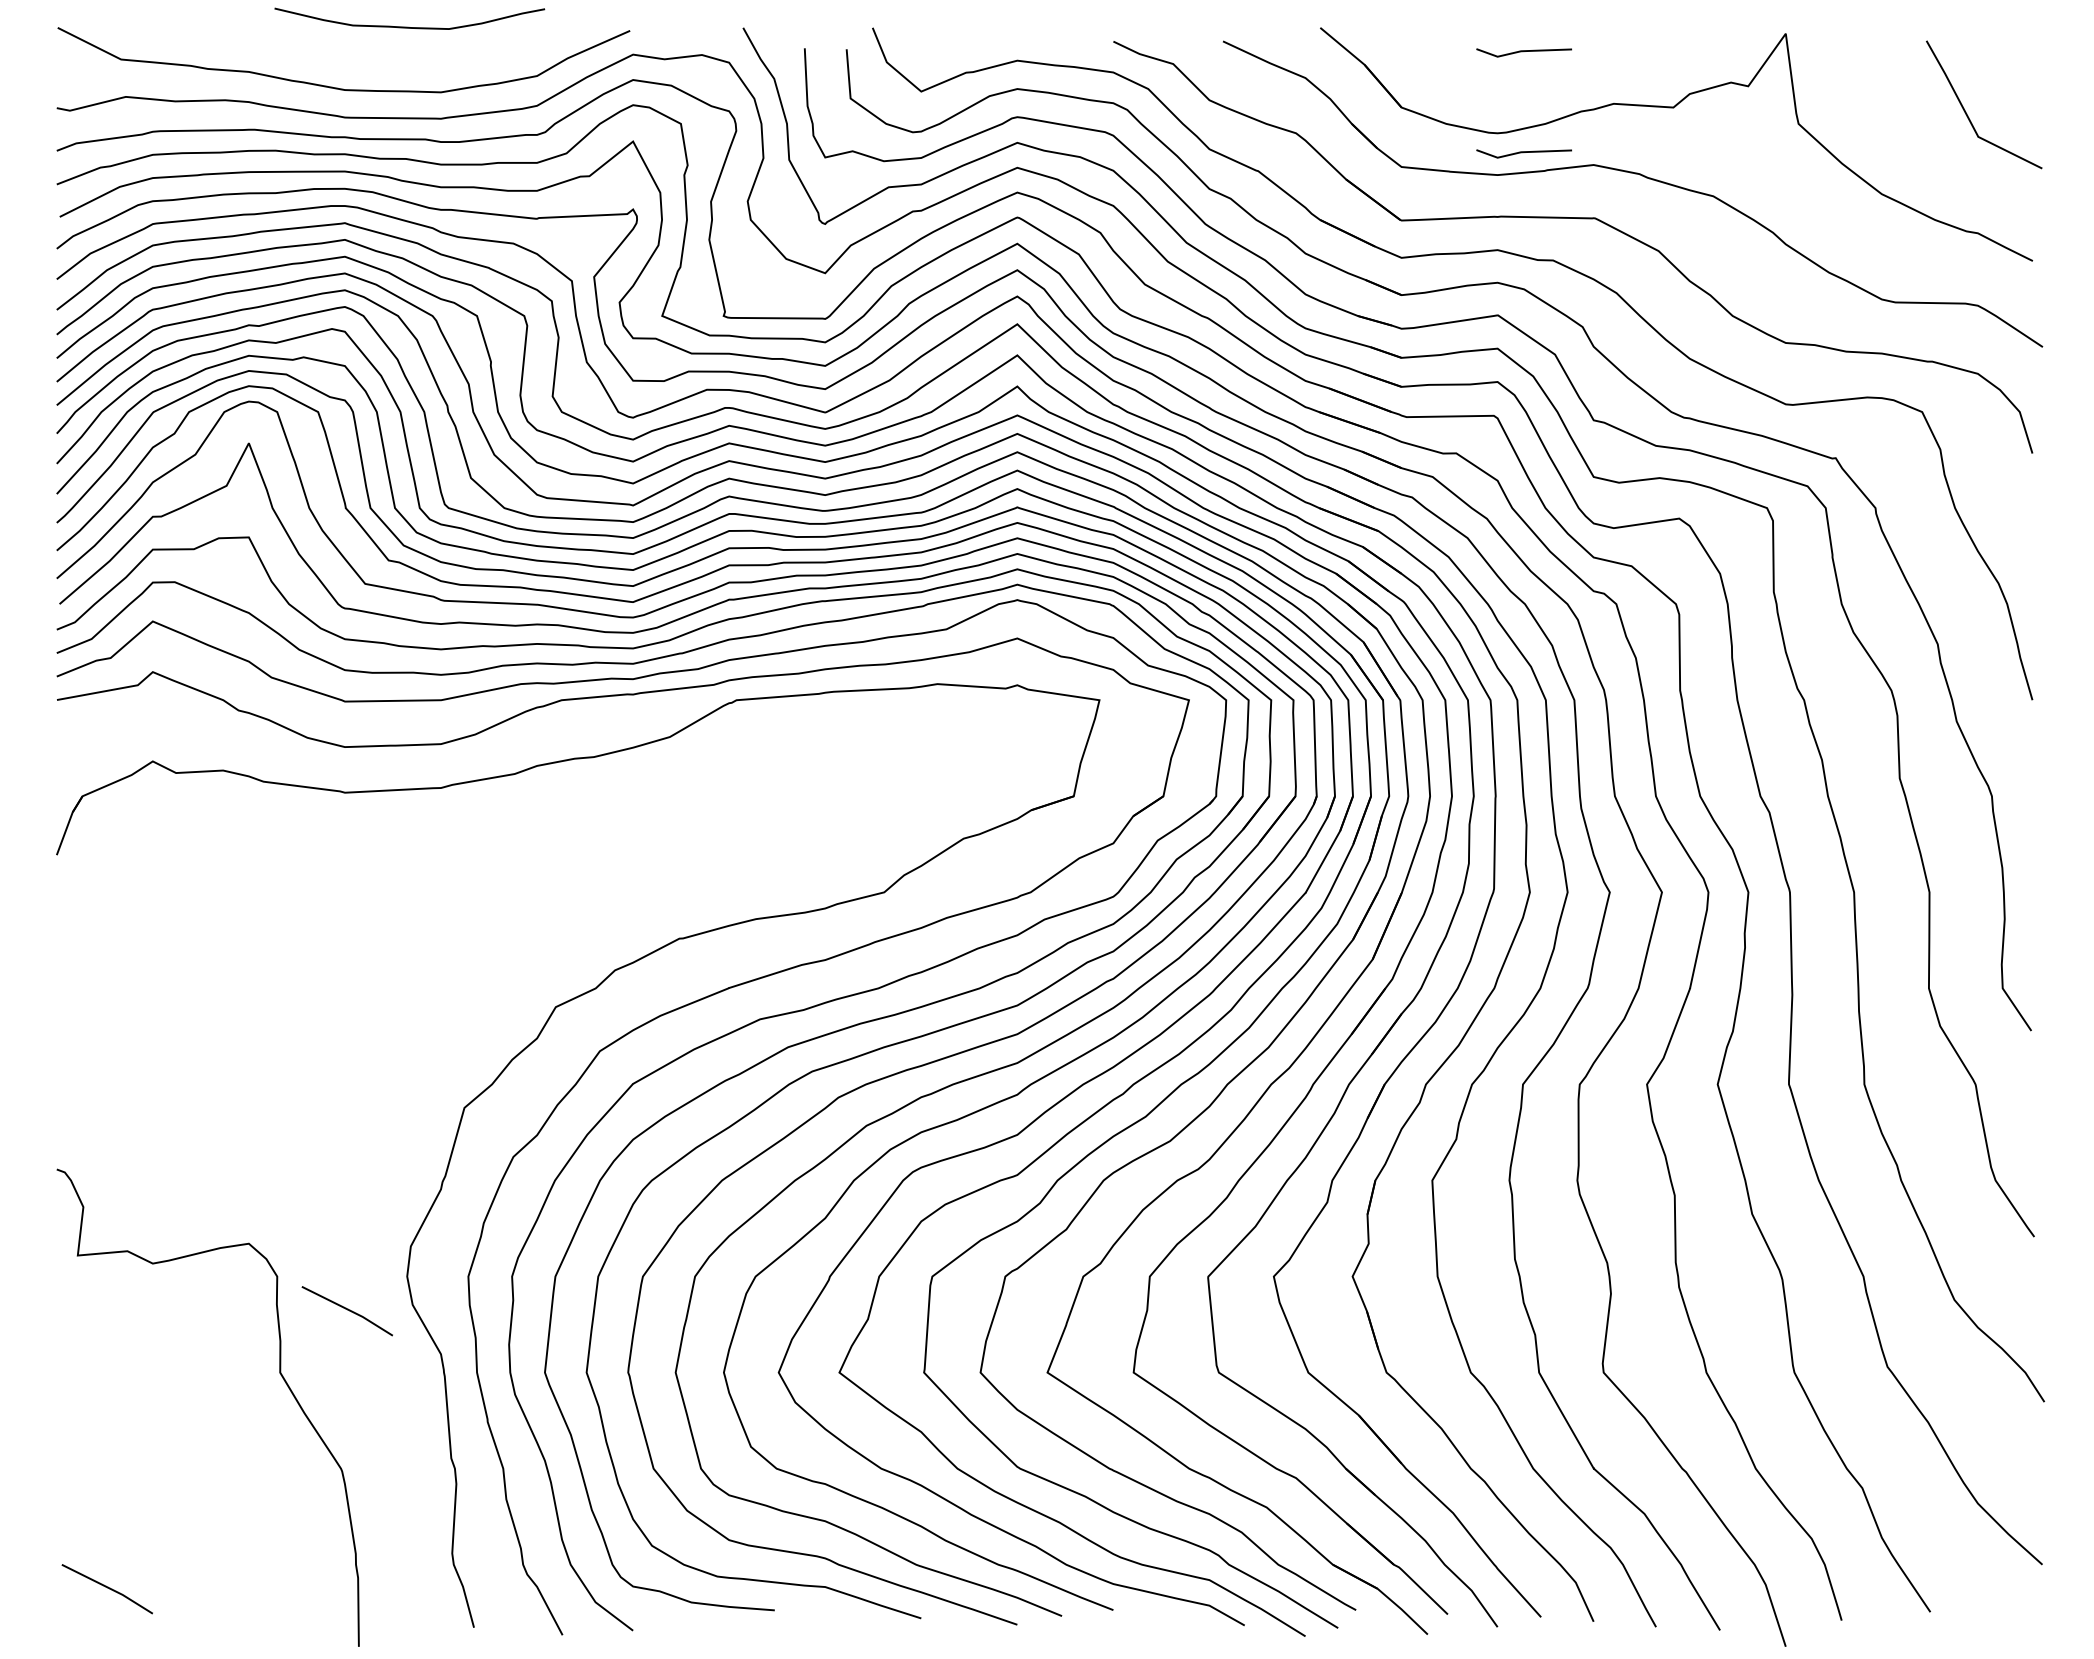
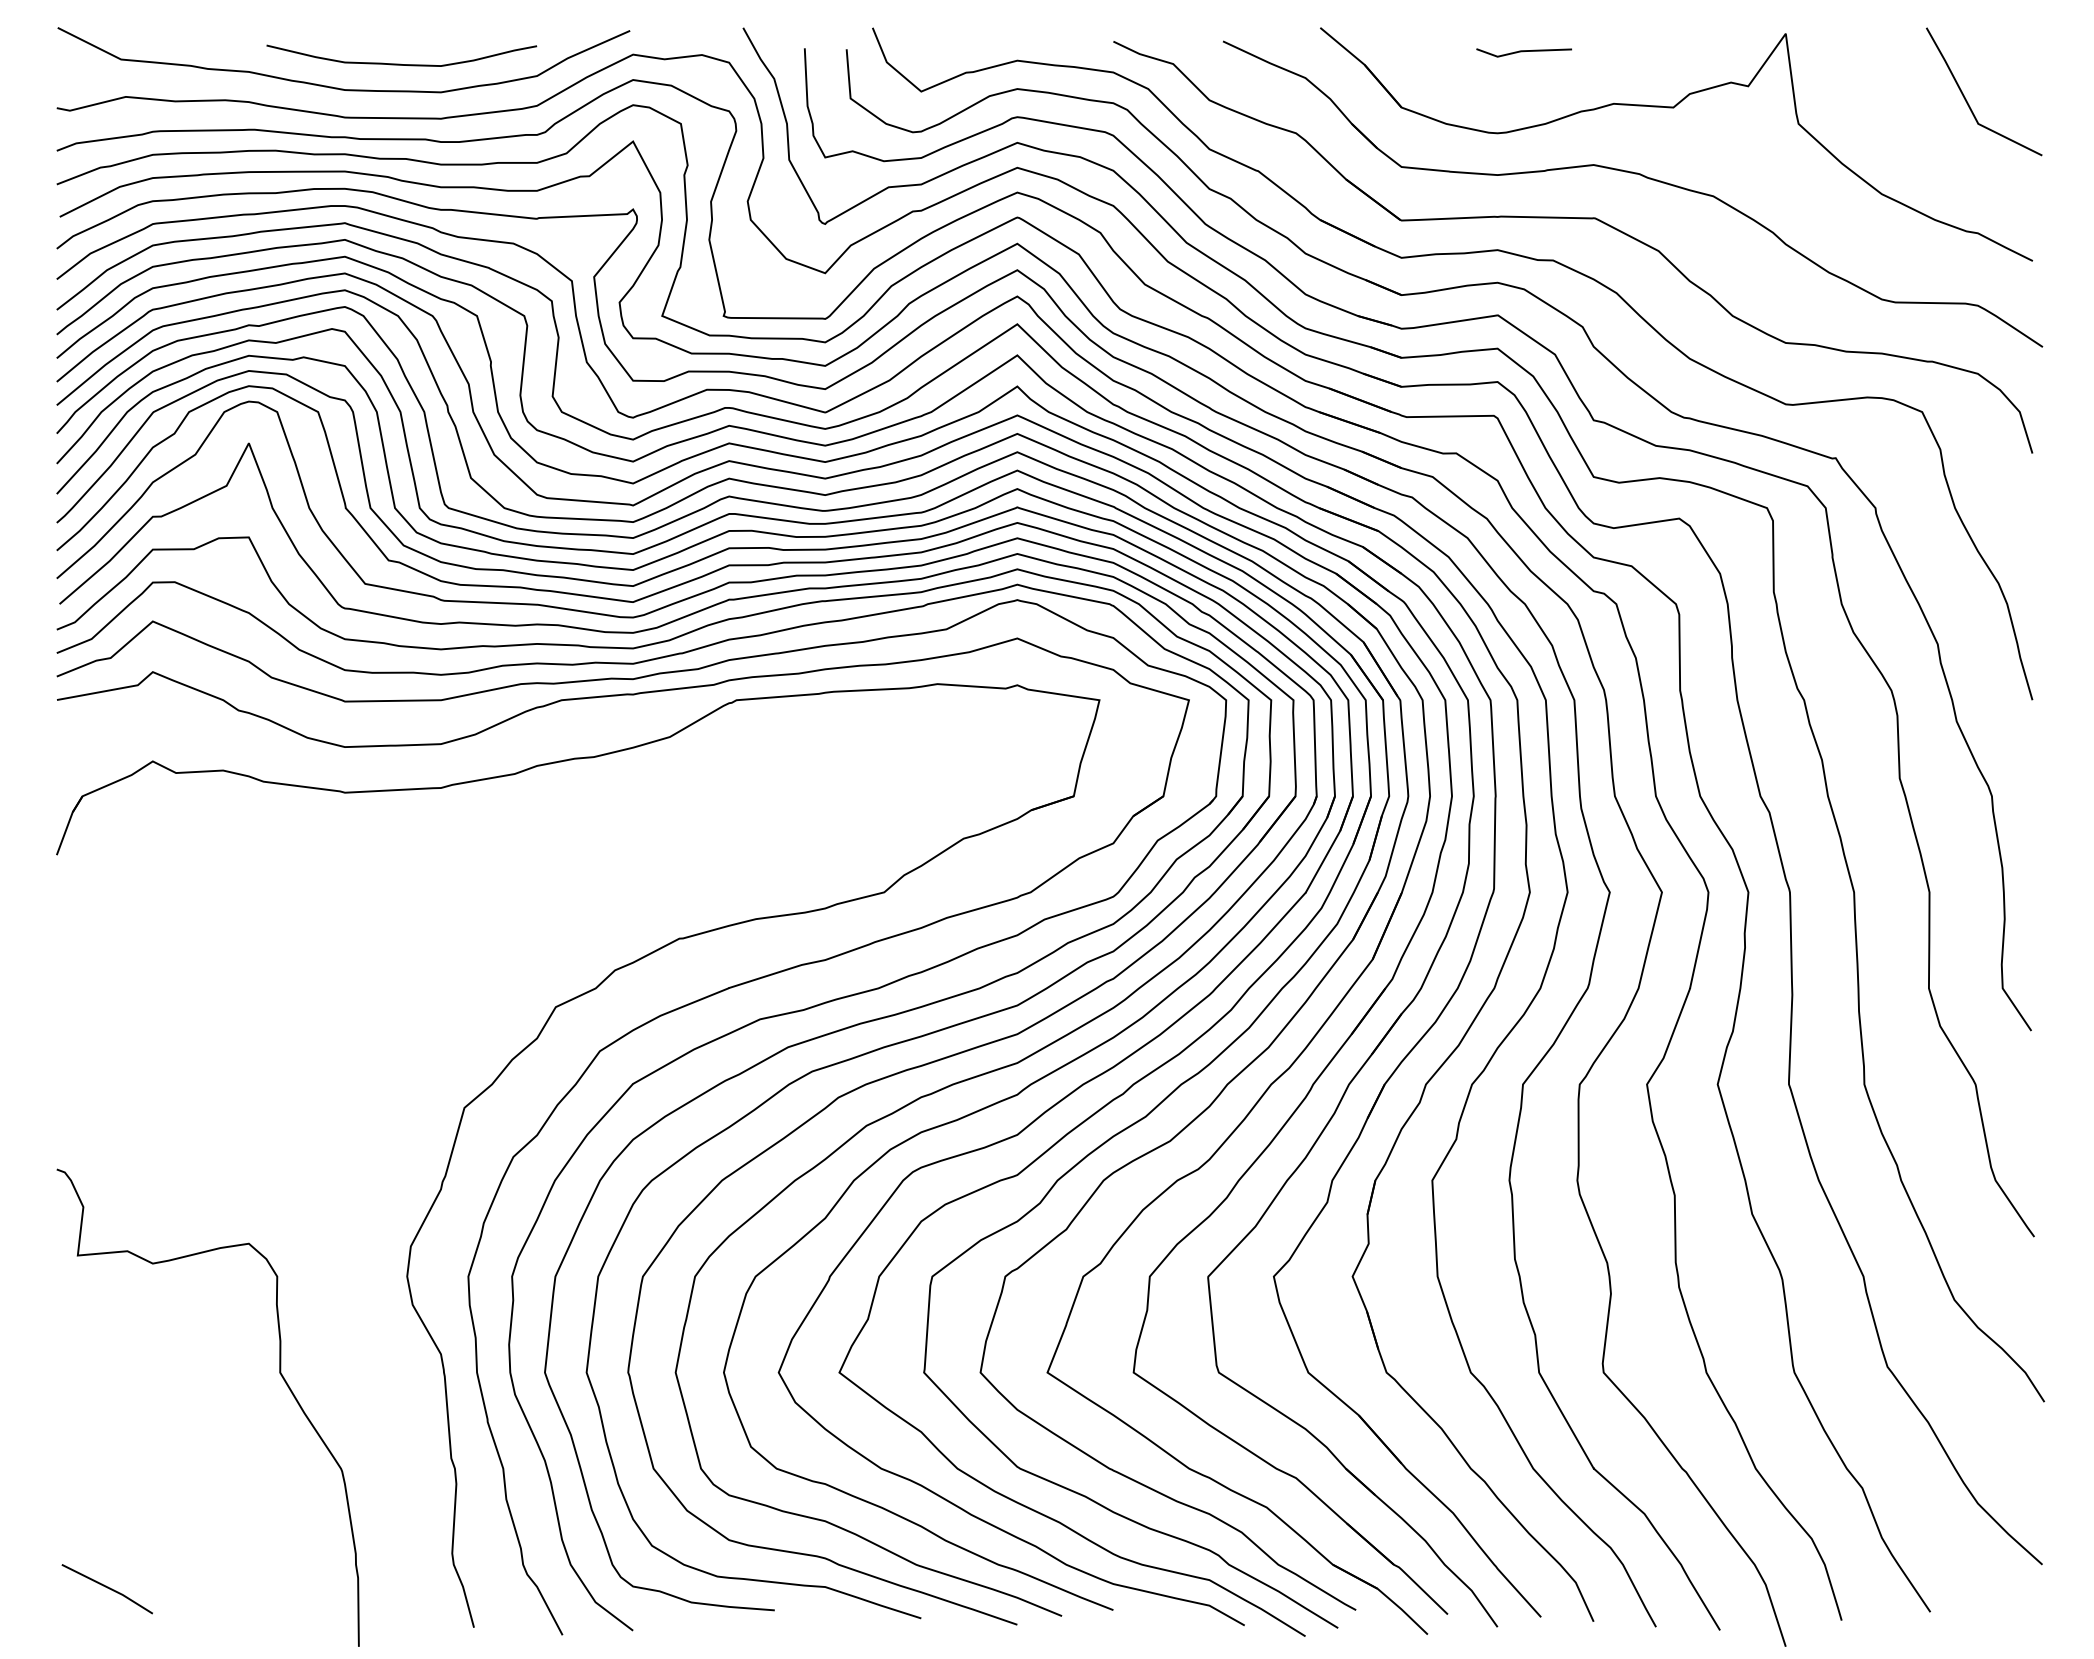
curve at (408, 26) position: (408, 26) -> (400, 63)
curve at (1967, 113) position: (1967, 113) -> (1967, 100)
line at (1523, 153): present -> none
line at (347, 1310): present -> none
